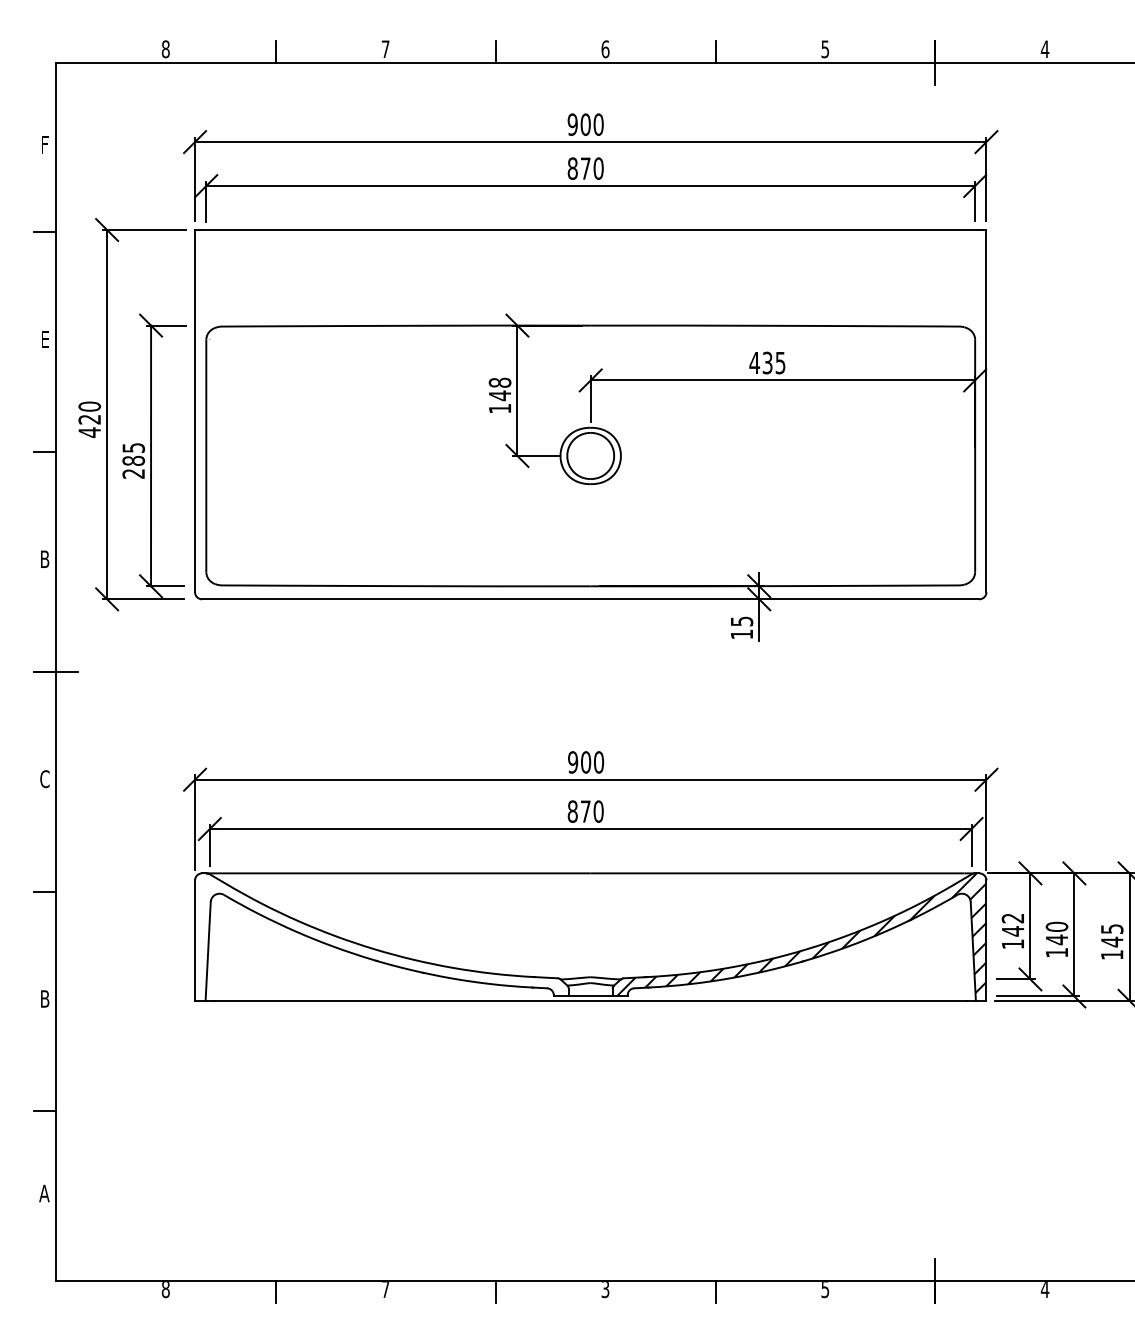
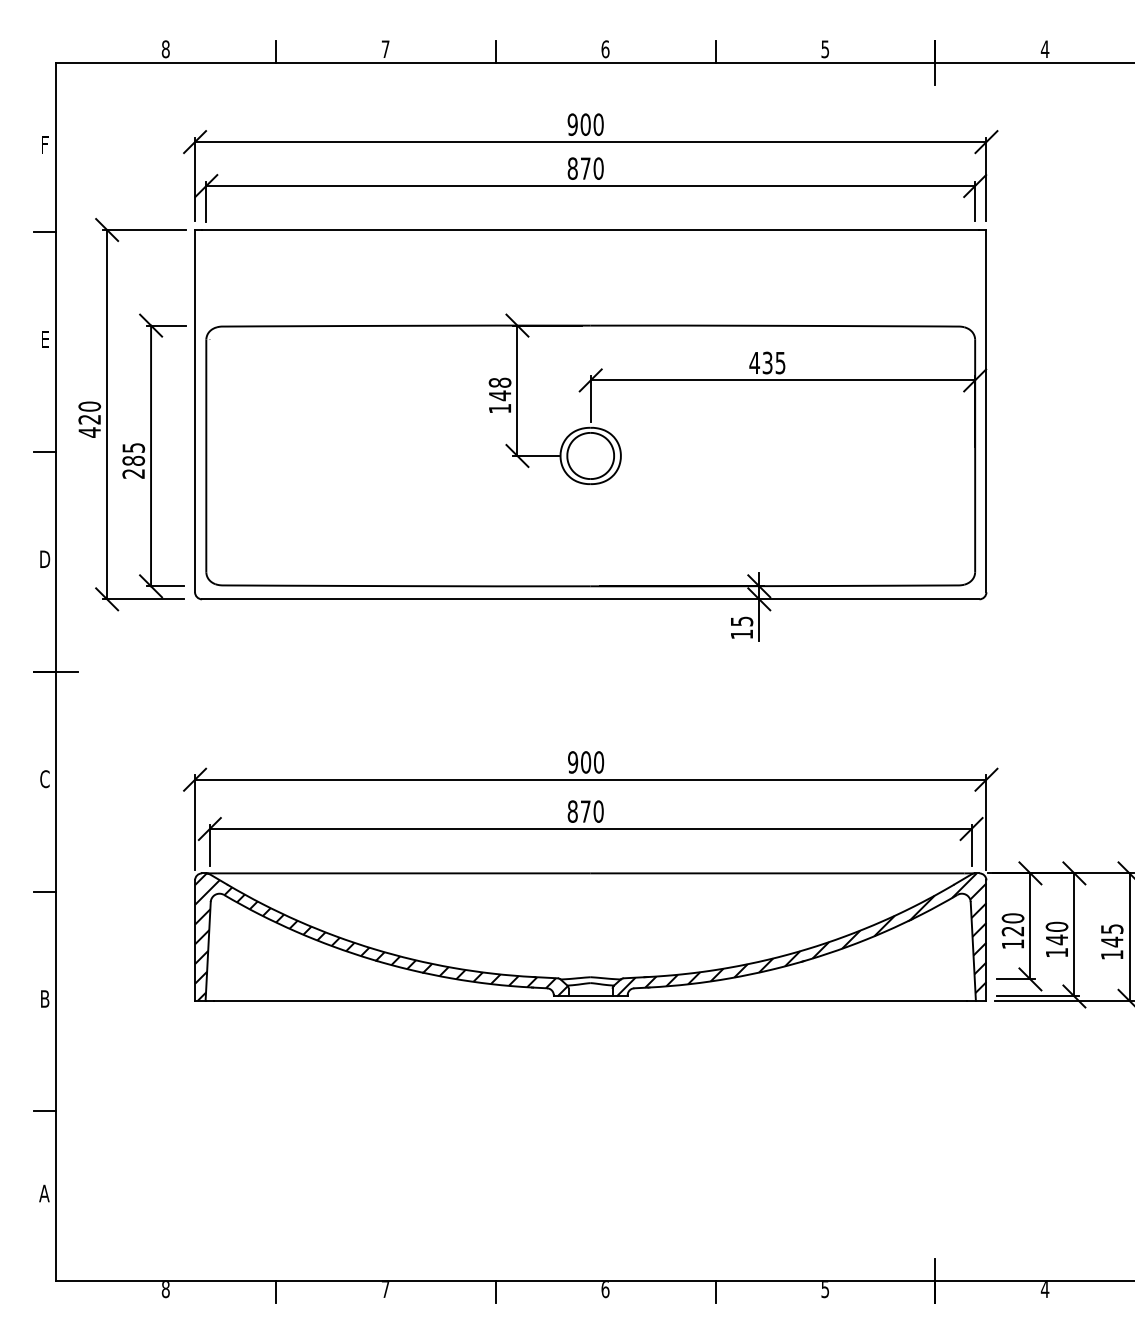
text at (45, 558): B -> D
text at (1012, 924): 142 -> 120
hatch at (381, 936): none -> present
text at (605, 1290): 3 -> 6
